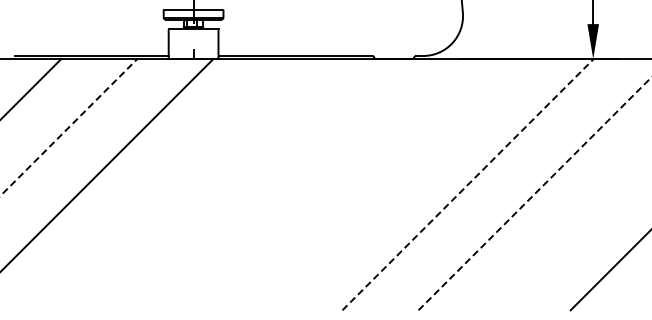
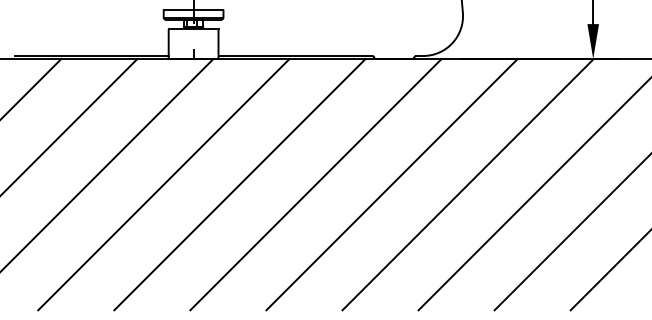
line at (68, 127): dashed -> solid
line at (163, 184): none -> present
line at (239, 184): none -> present
line at (315, 184): none -> present
line at (391, 184): none -> present
line at (468, 184): dashed -> solid
line at (535, 193): dashed -> solid
line at (571, 232): none -> present
